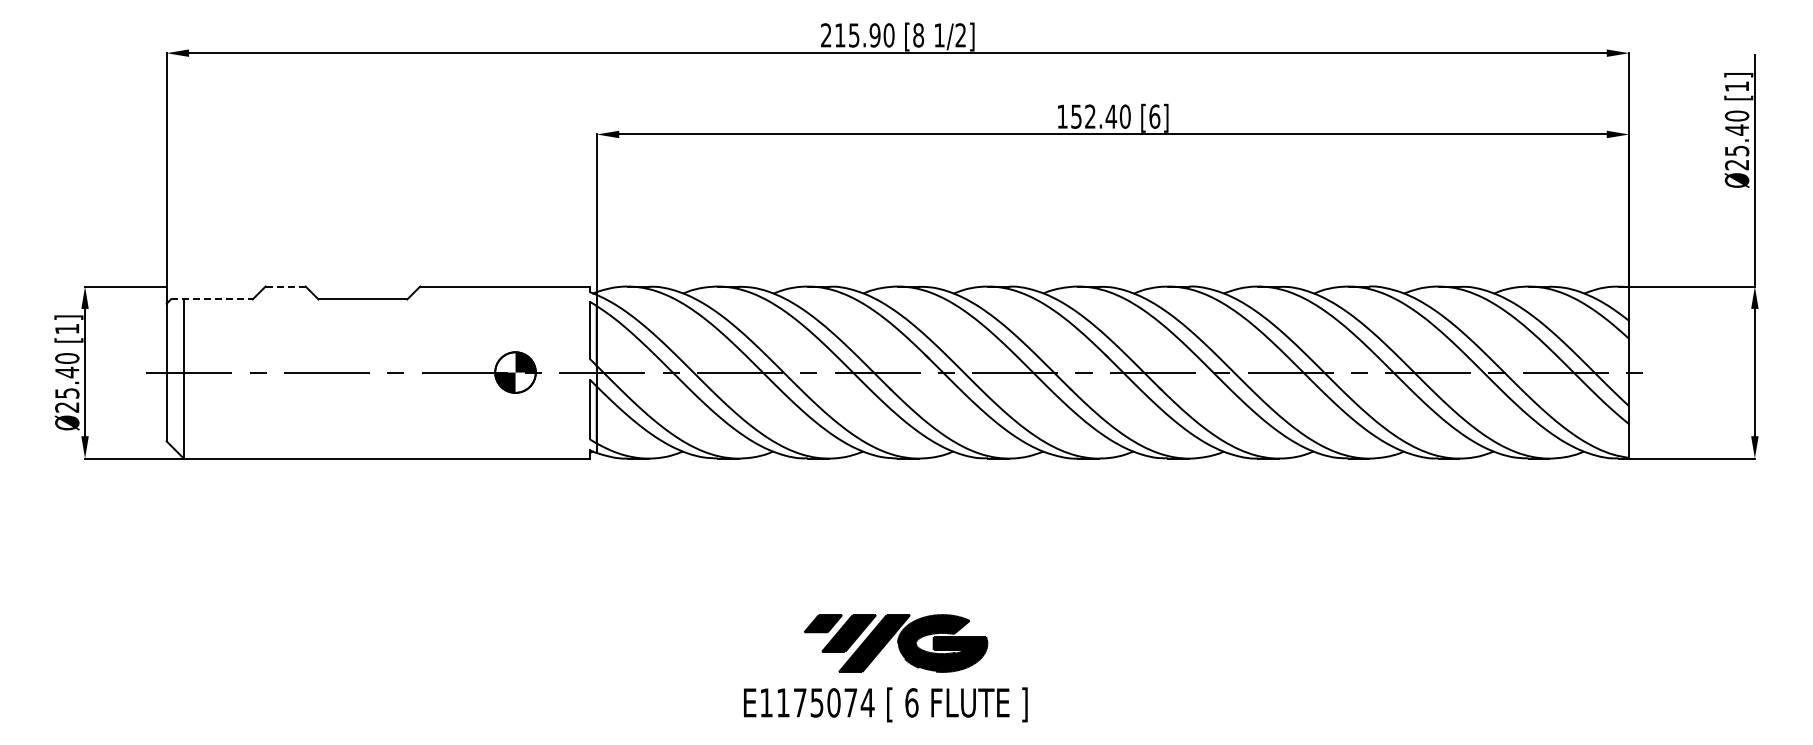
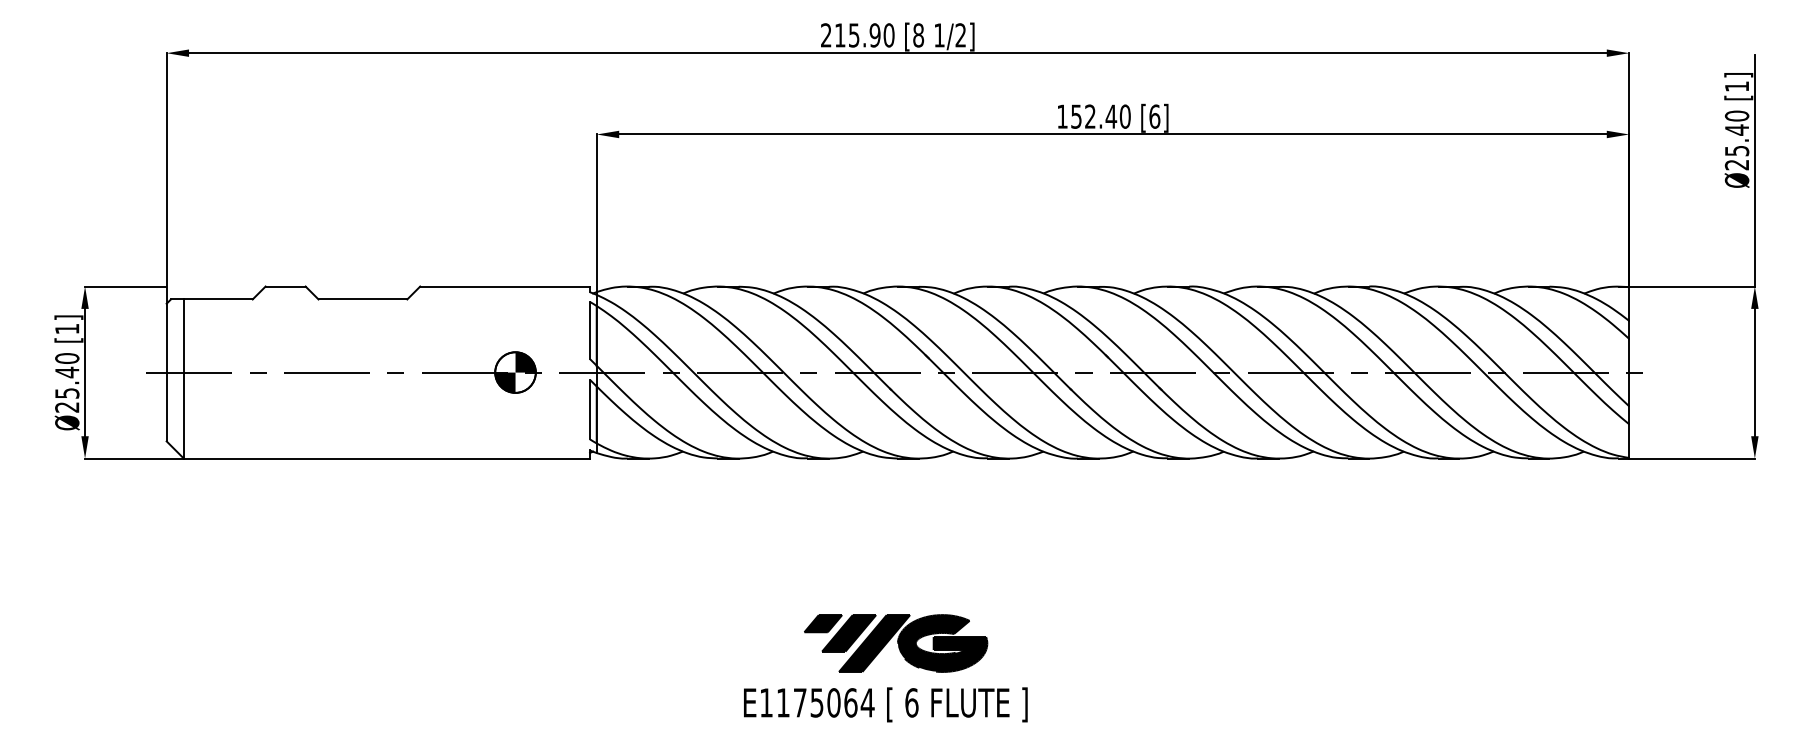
line at (285, 286): dashed -> solid
line at (211, 299): dashed -> solid
text at (850, 702): E1175074 -> E1175064
